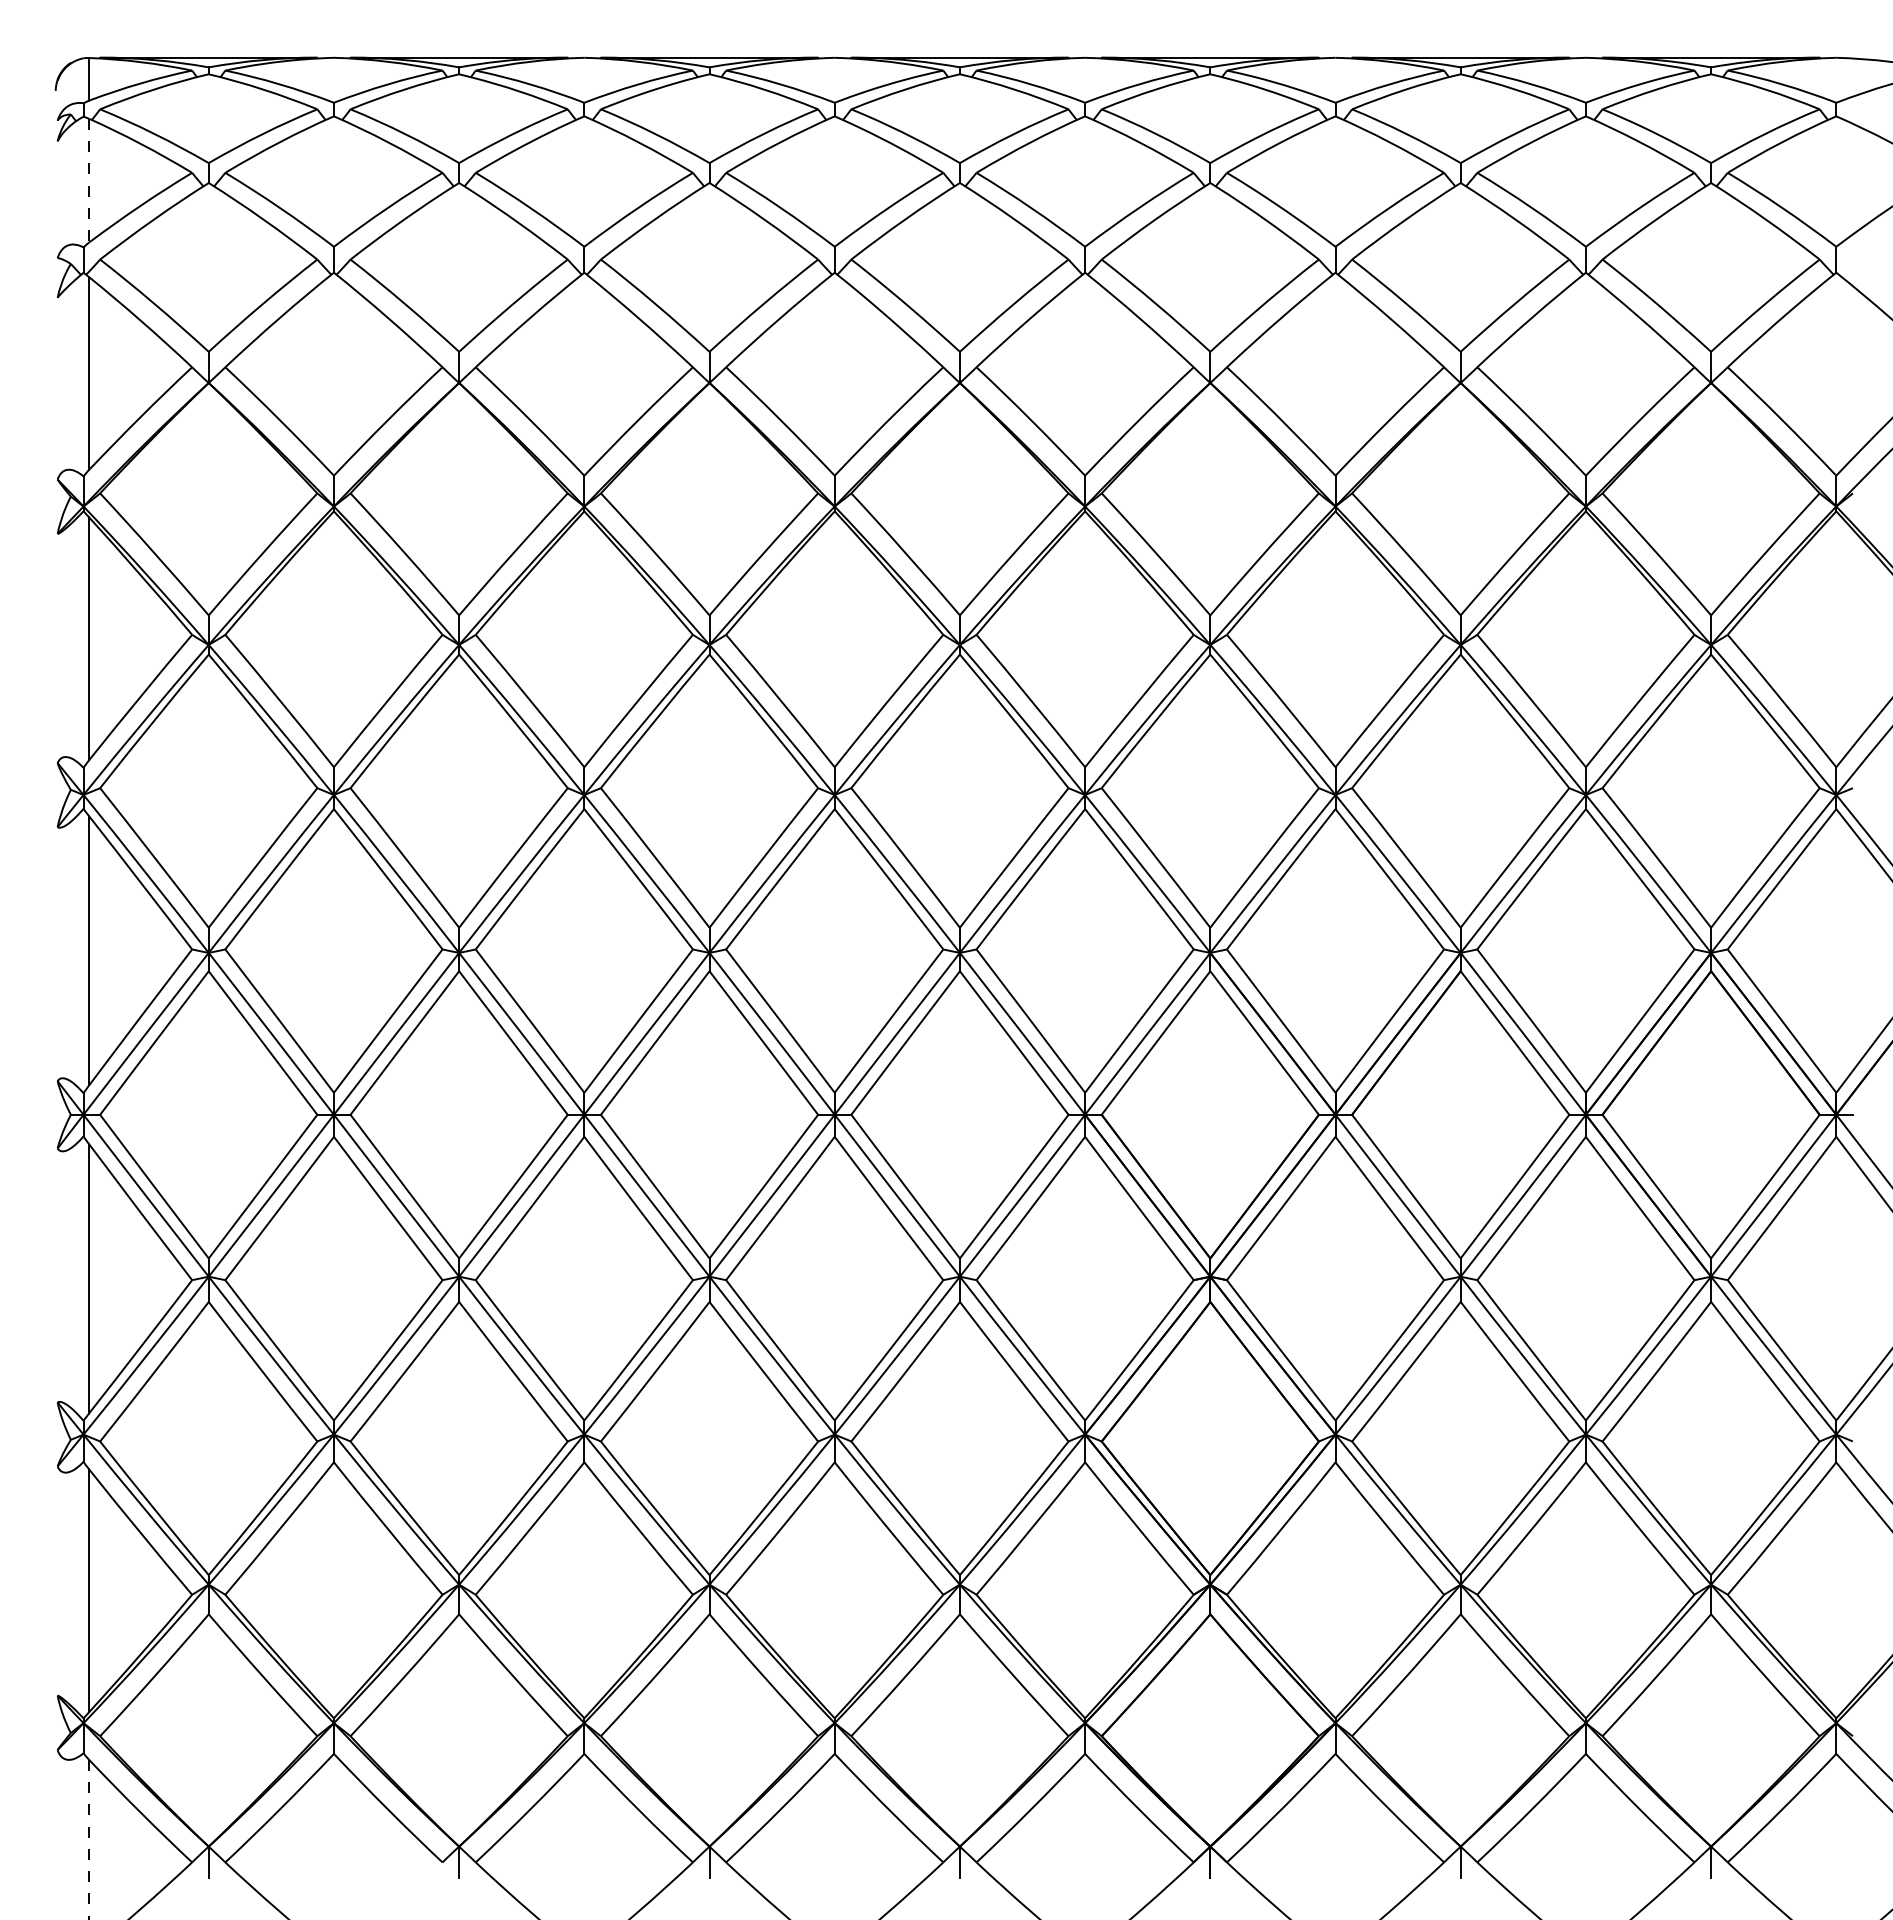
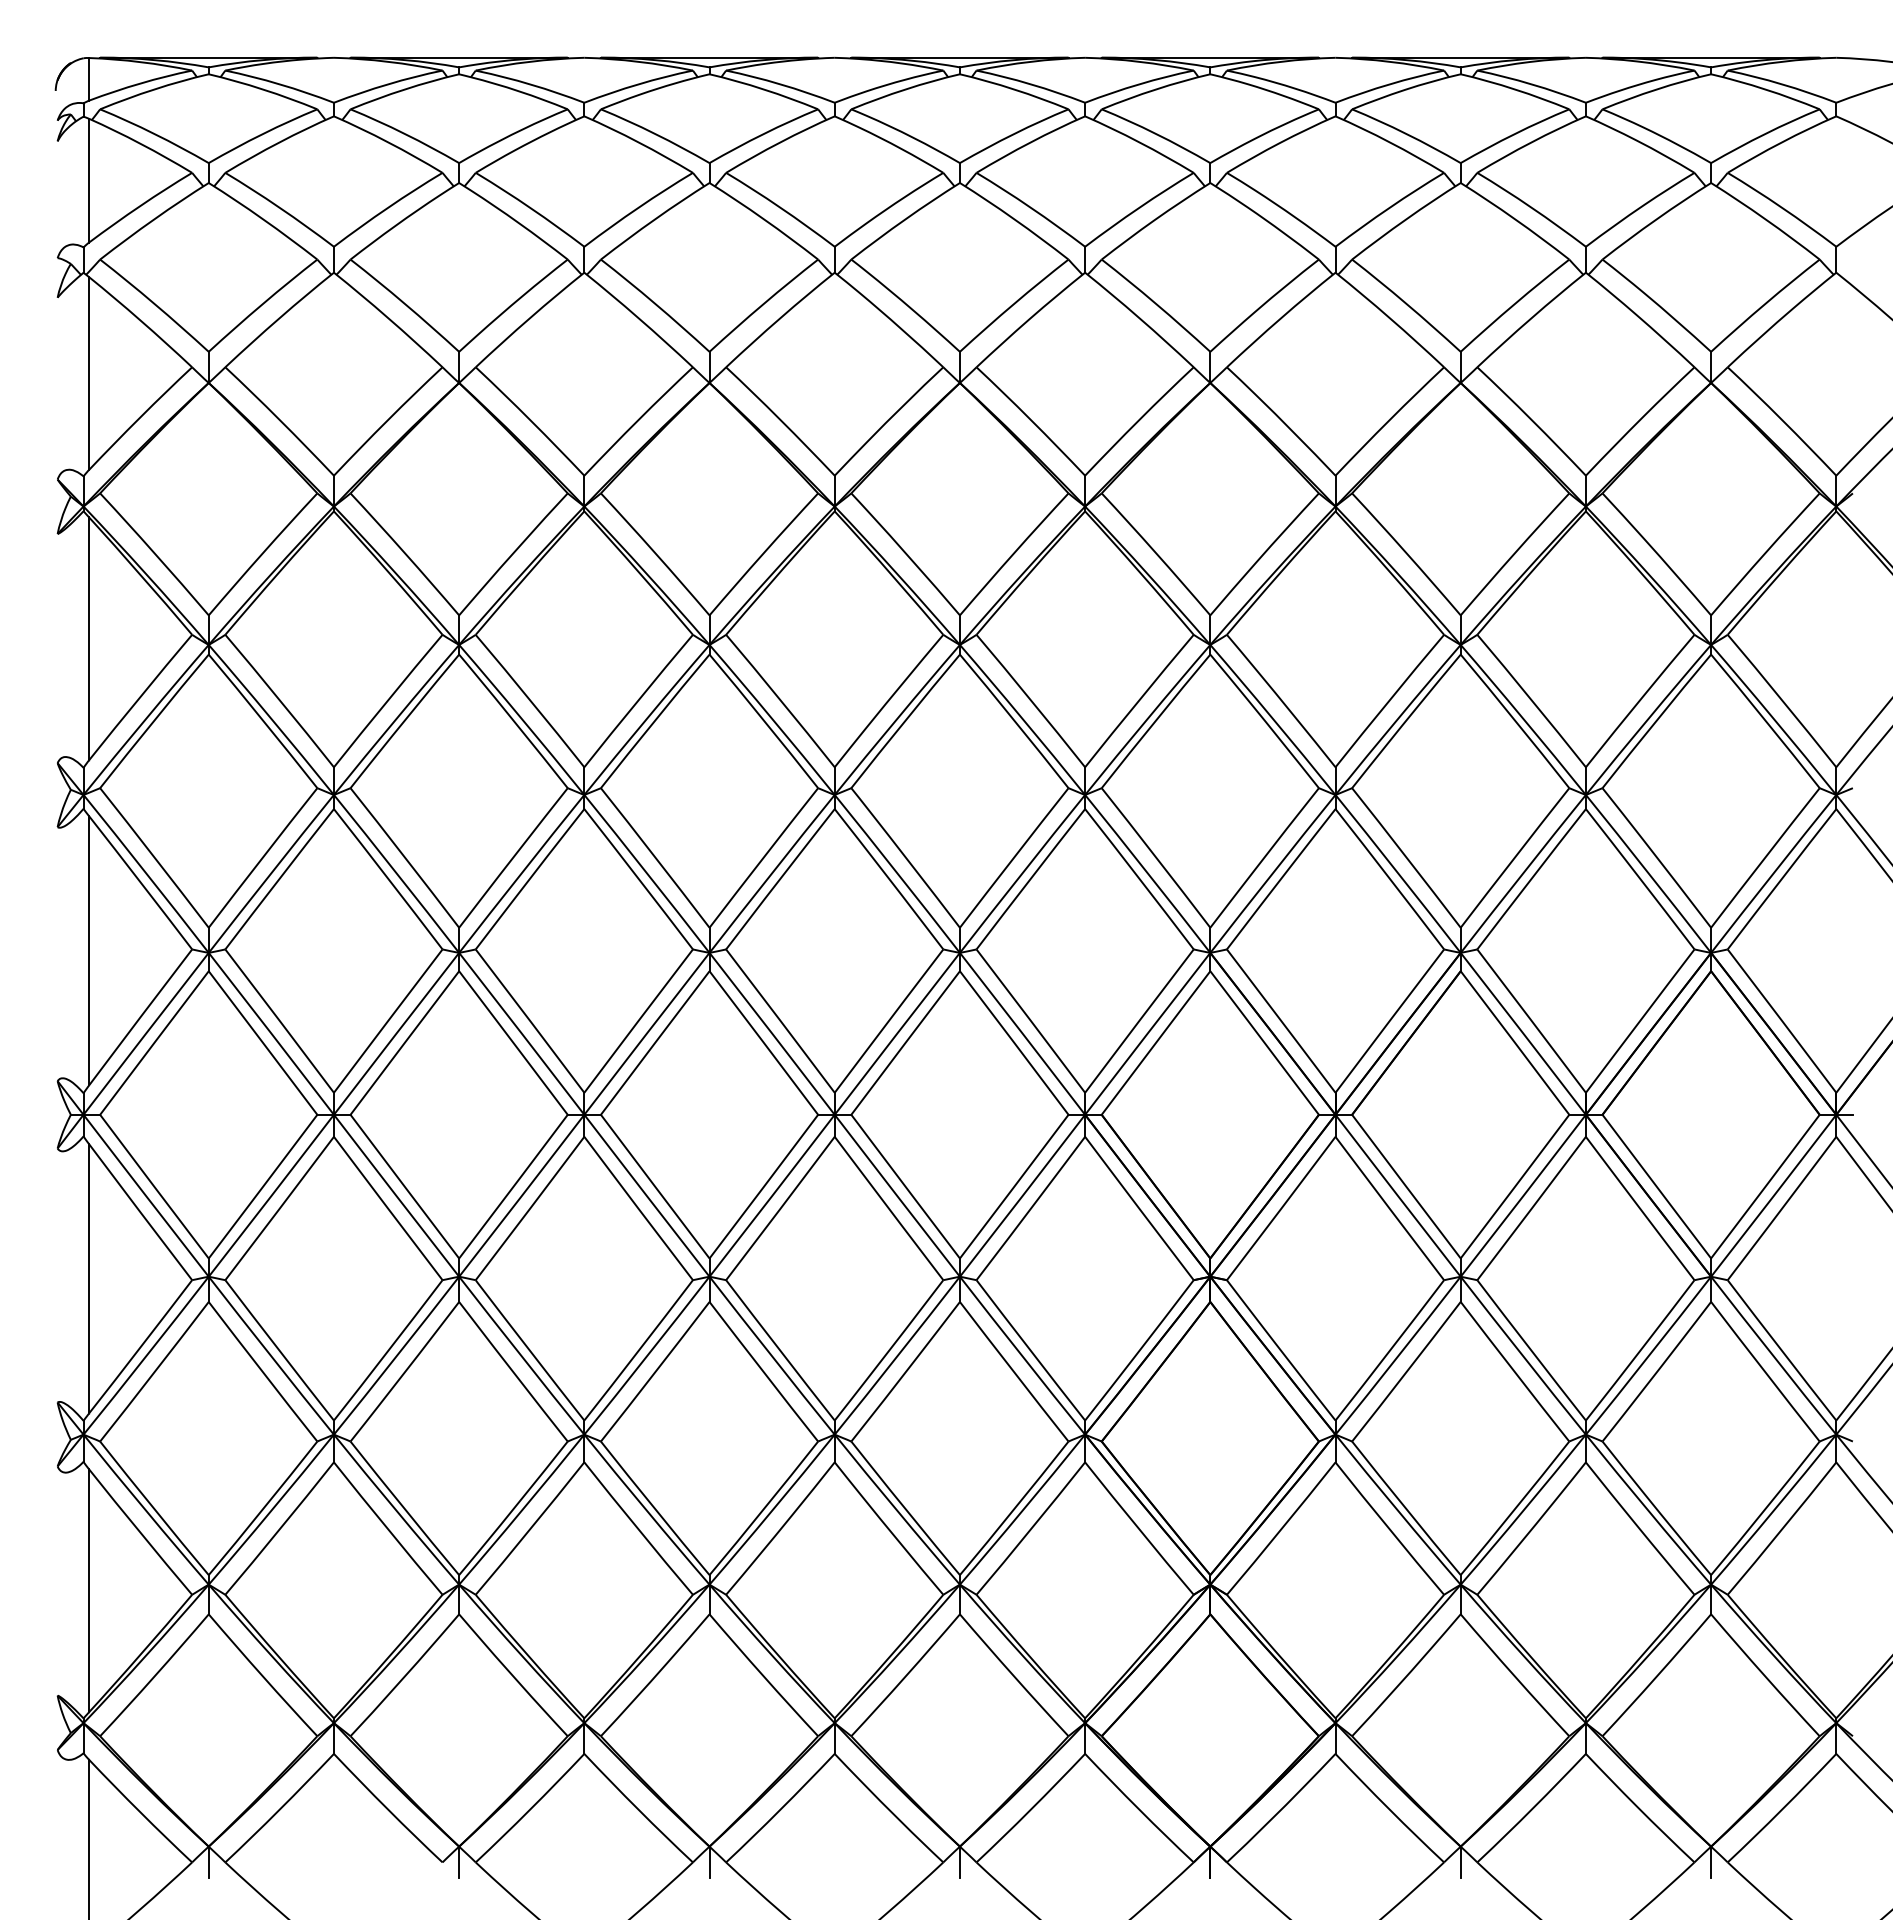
line at (89, 180): dashed -> solid
line at (89, 1839): dashed -> solid
